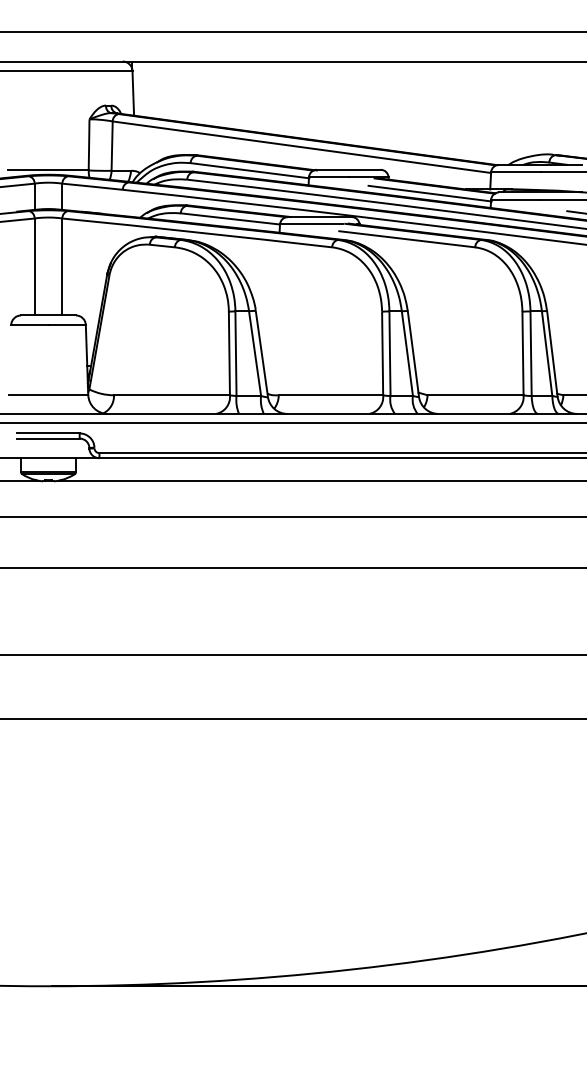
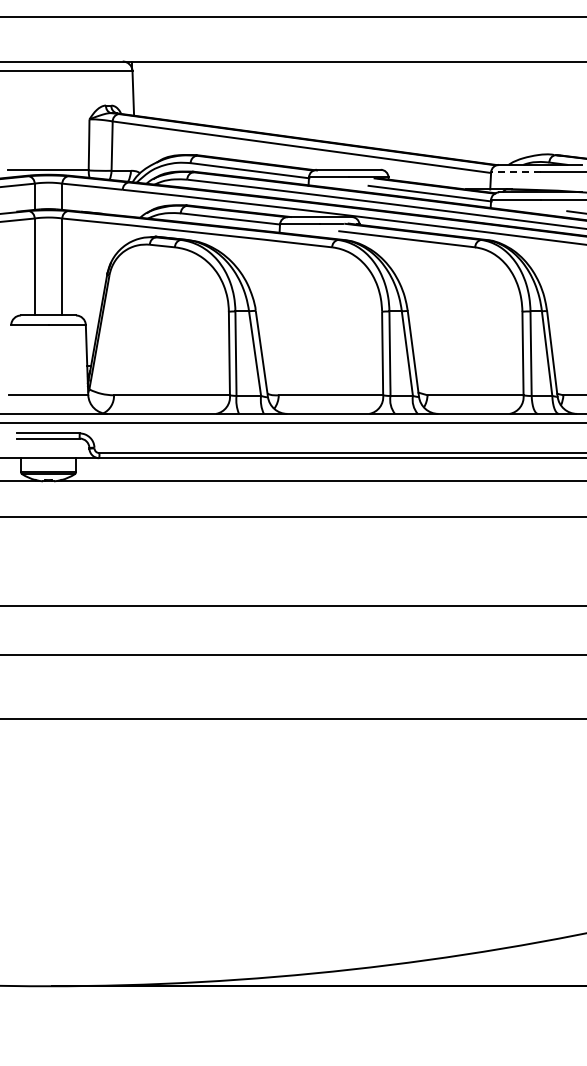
line at (292, 31) position: (292, 31) -> (292, 16)
line at (515, 172): solid -> dashed
line at (292, 567) position: (292, 567) -> (292, 605)
